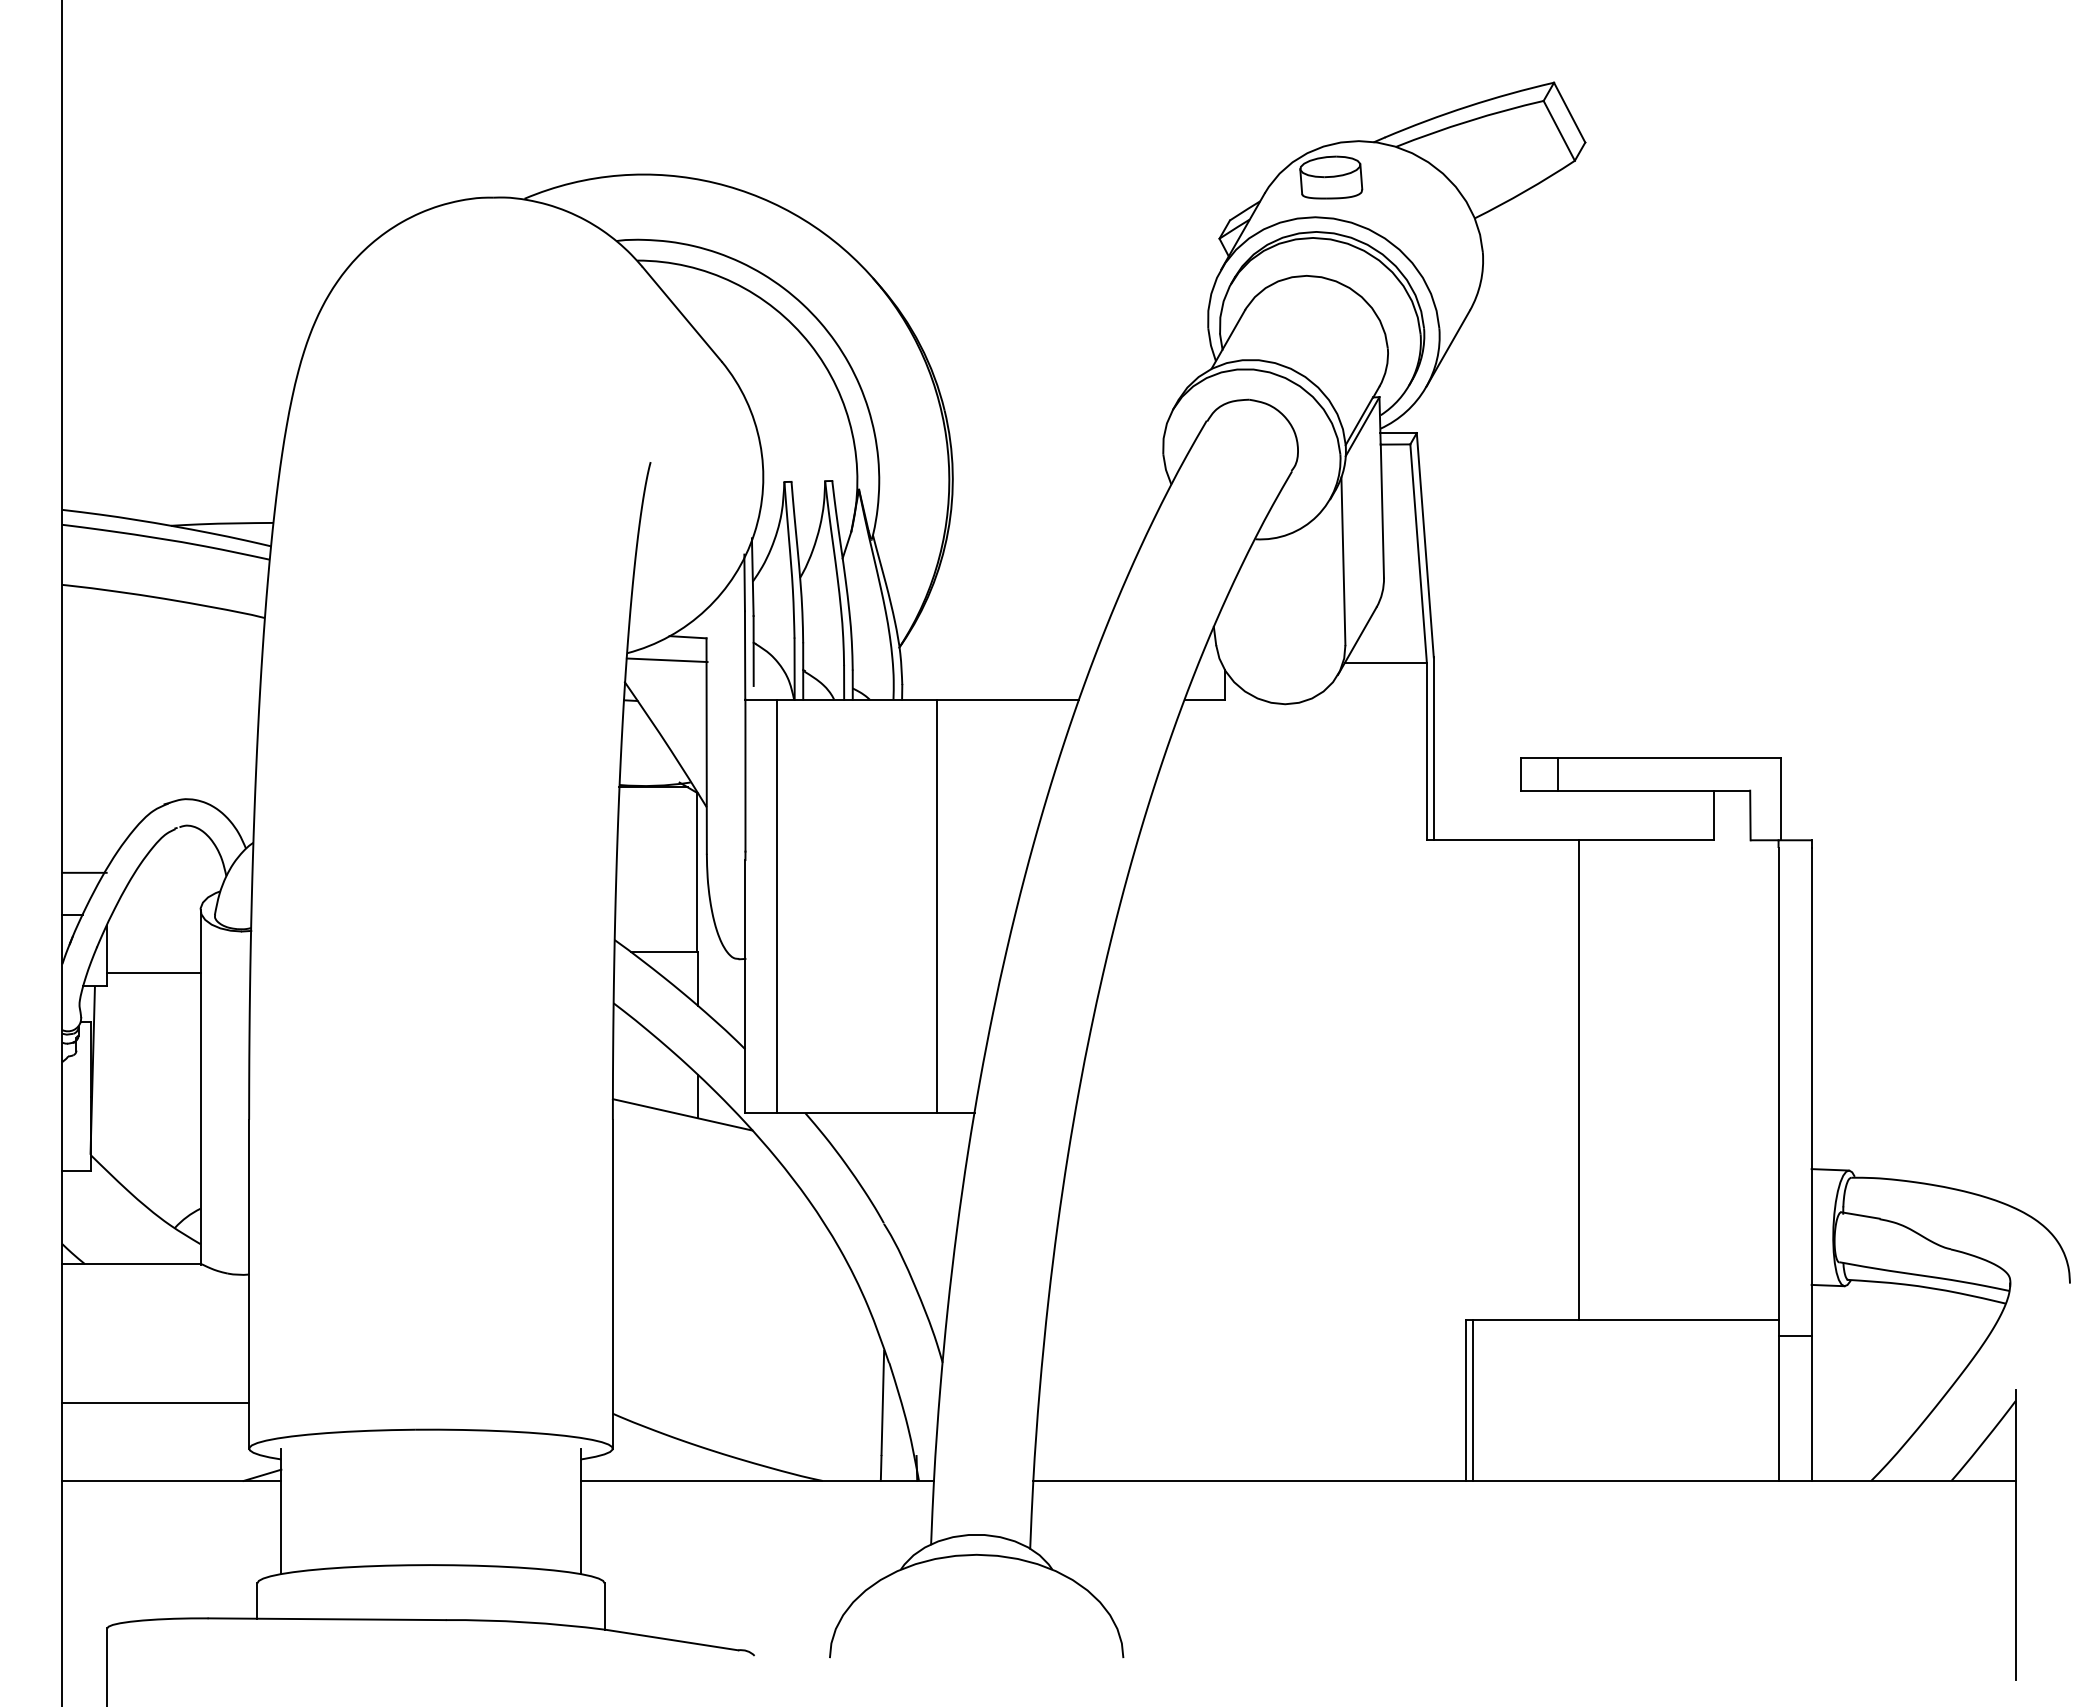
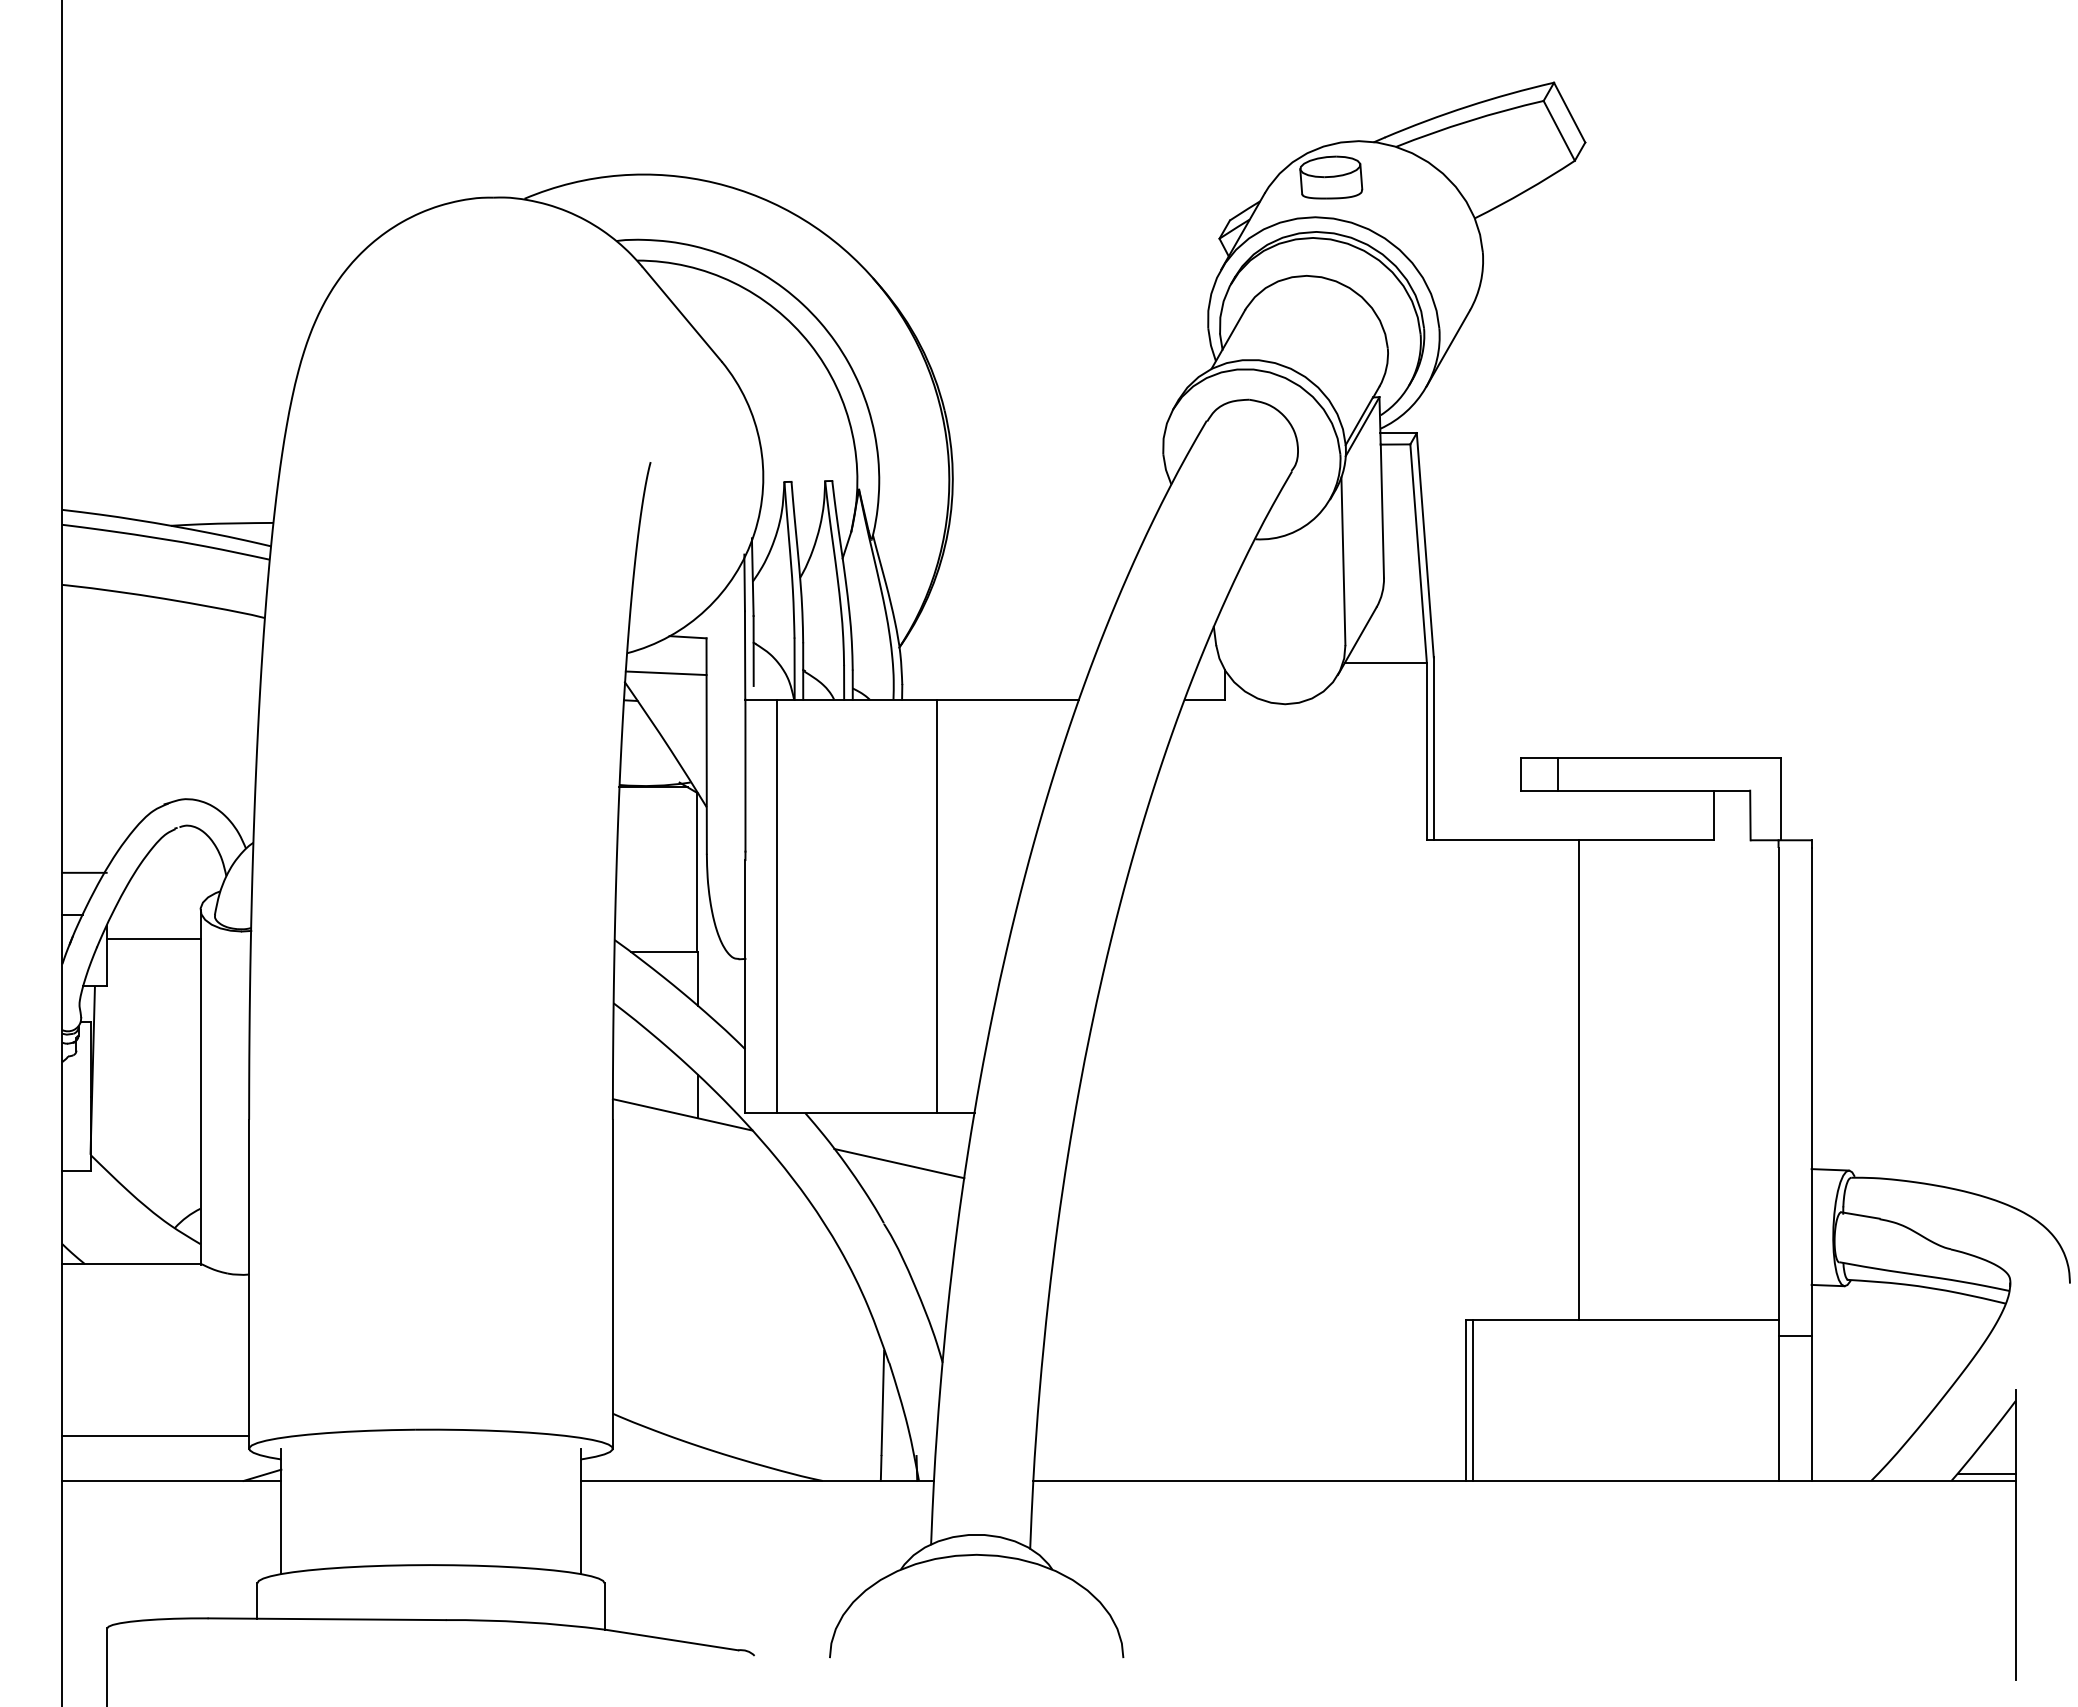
line at (666, 660) position: (666, 660) -> (665, 673)
line at (153, 973) position: (153, 973) -> (153, 939)
line at (899, 1163): none -> present
line at (155, 1402) position: (155, 1402) -> (155, 1435)
line at (1986, 1473): none -> present
